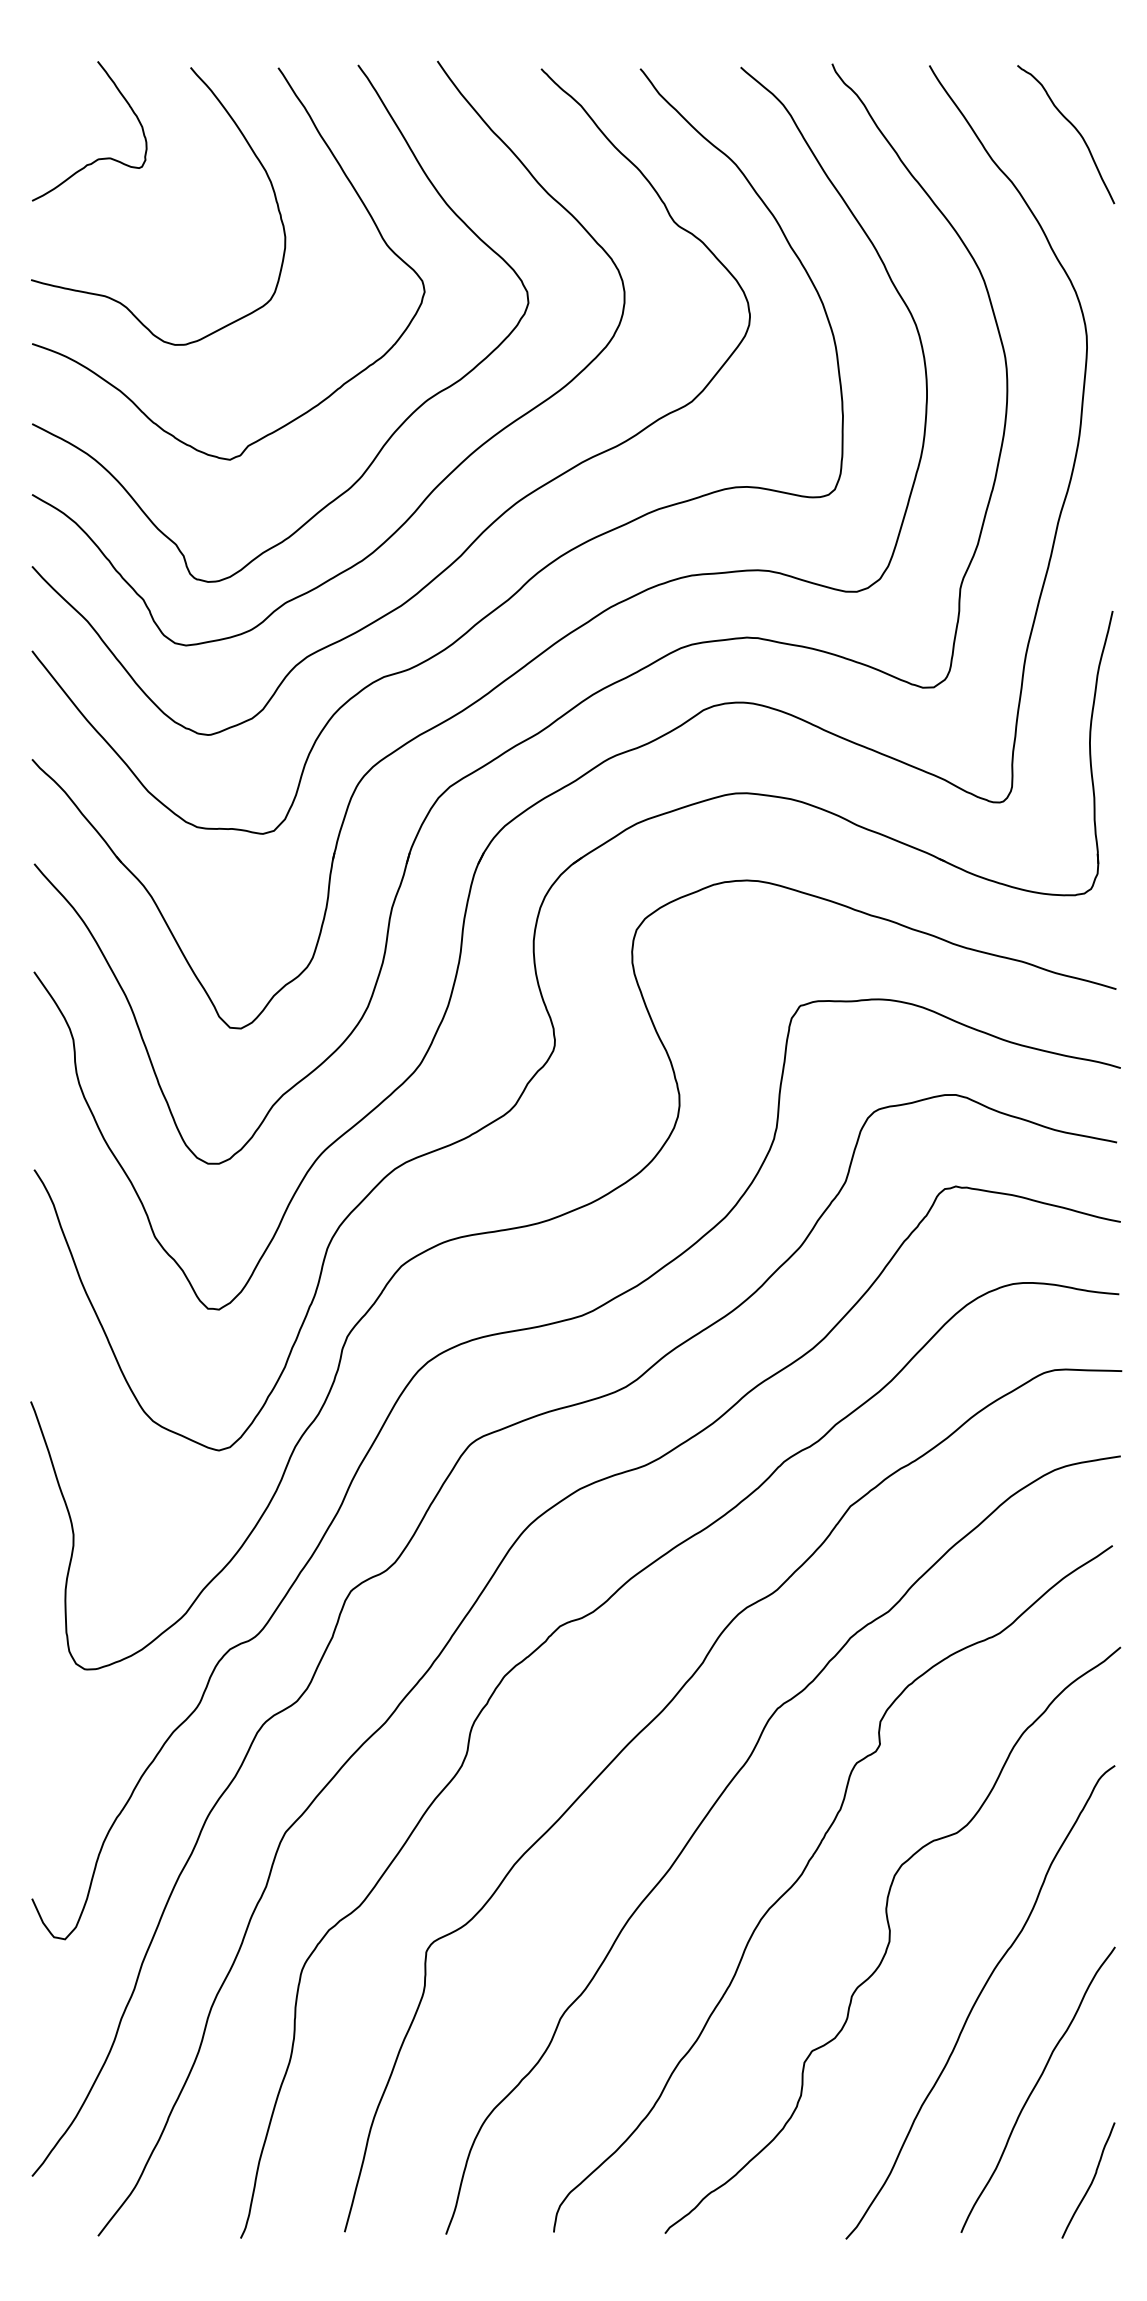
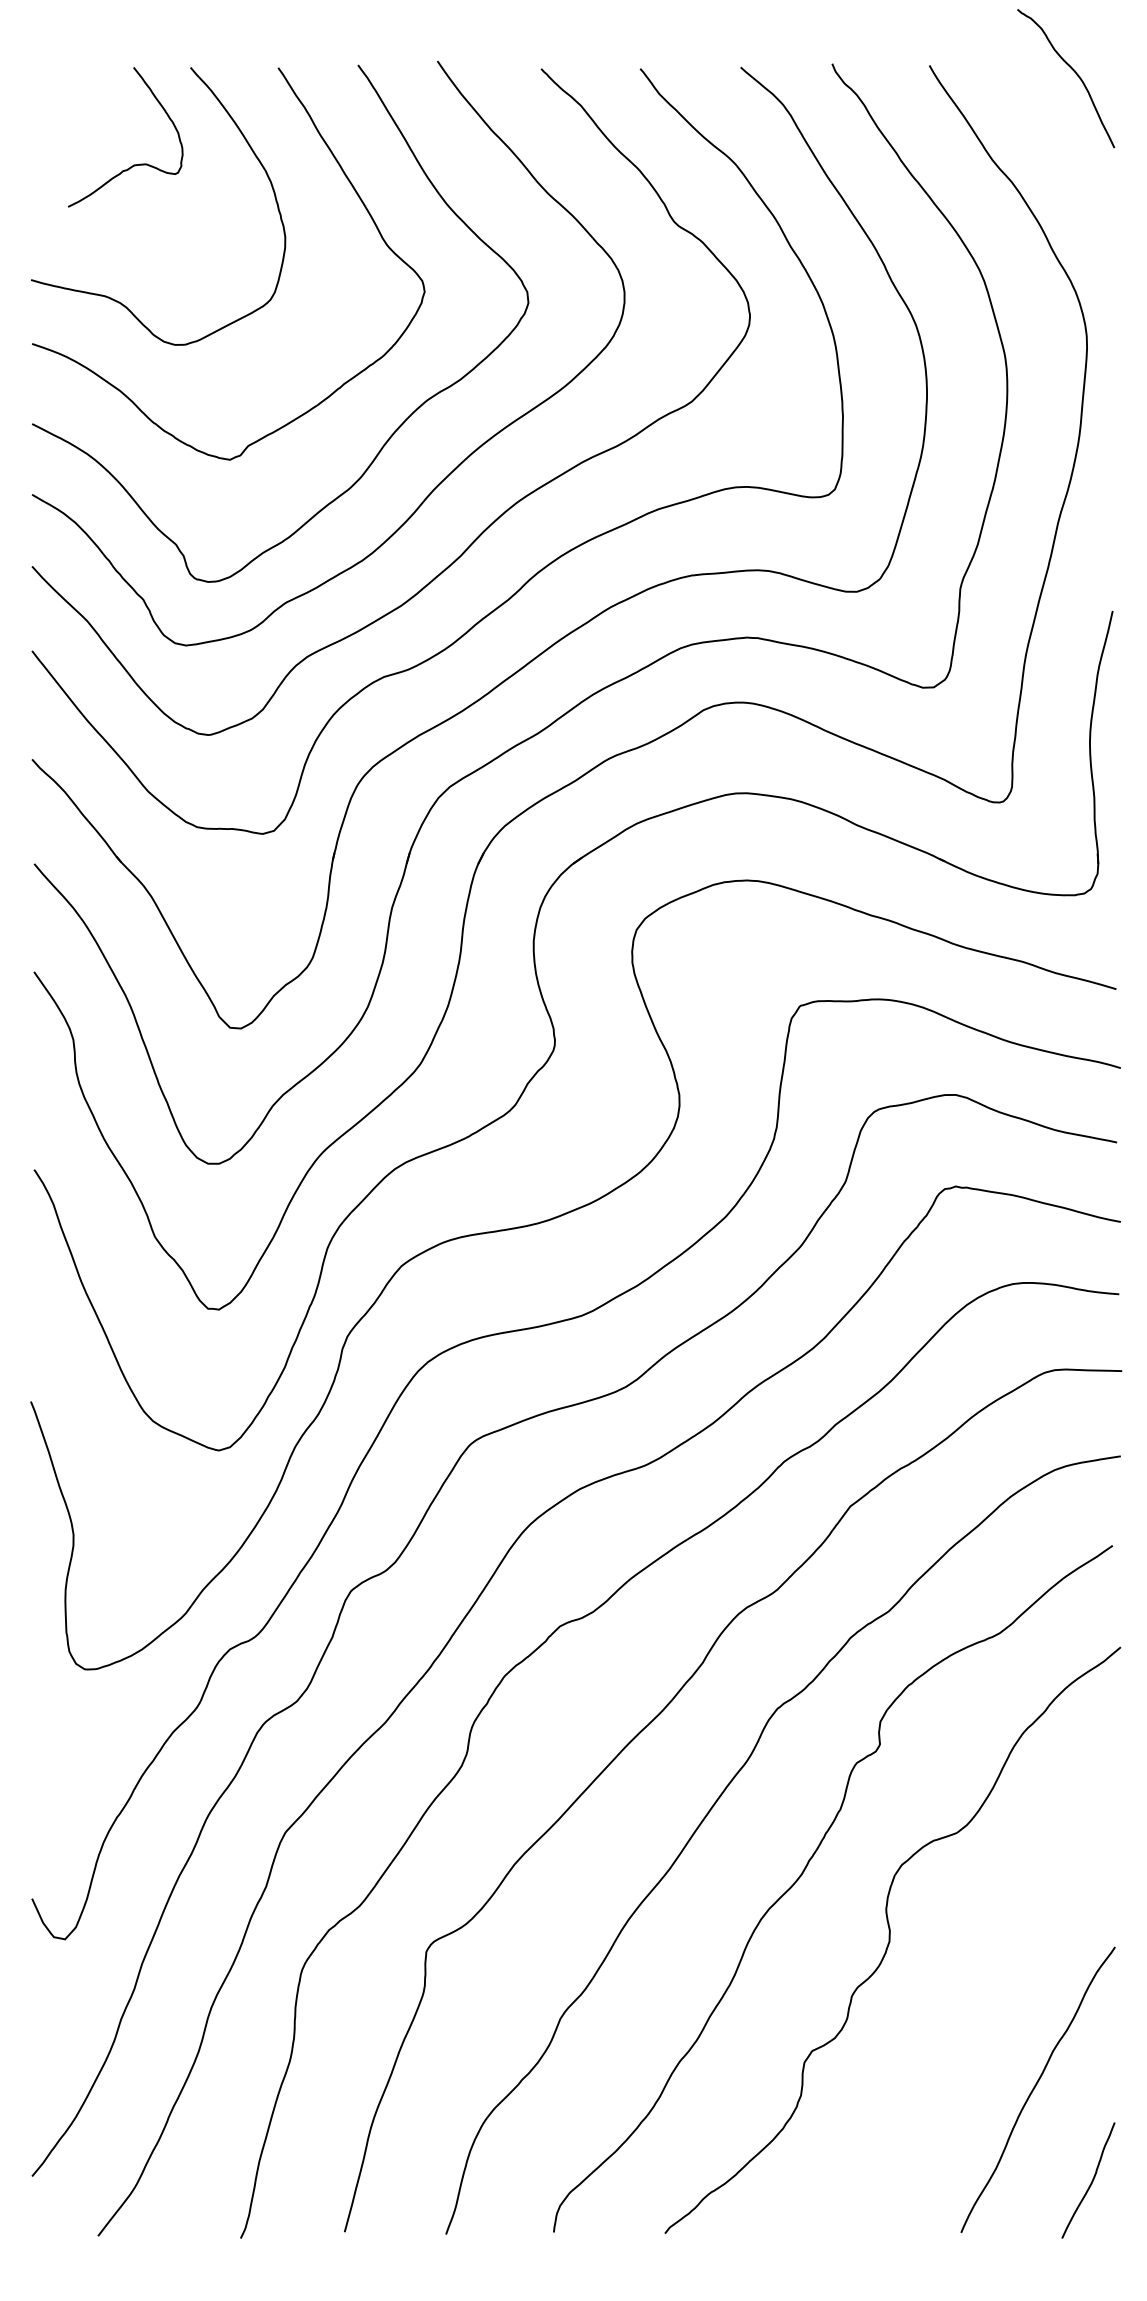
curve at (1073, 127) position: (1073, 127) -> (1073, 71)
curve at (97, 158) position: (97, 158) -> (133, 164)
curve at (977, 2001): present -> none
